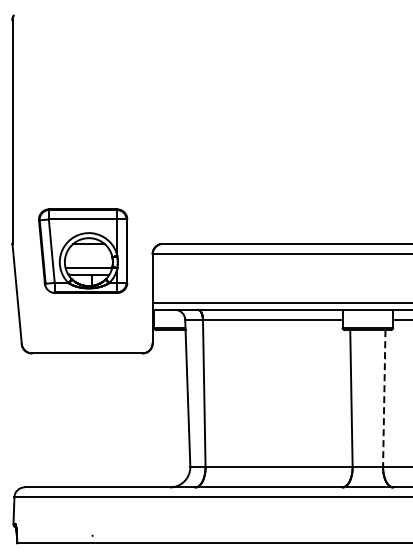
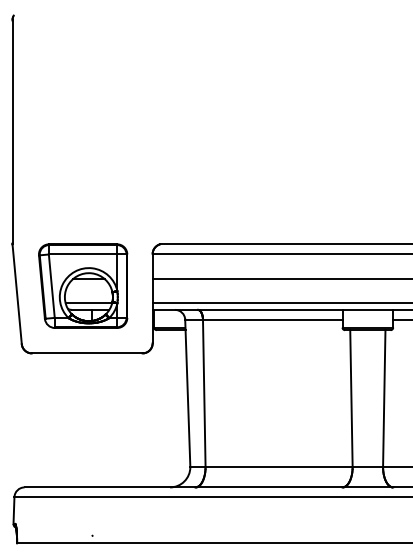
part at (83, 250) position: (83, 250) -> (83, 285)
line at (280, 279): none -> present
line at (384, 399): dashed -> solid
